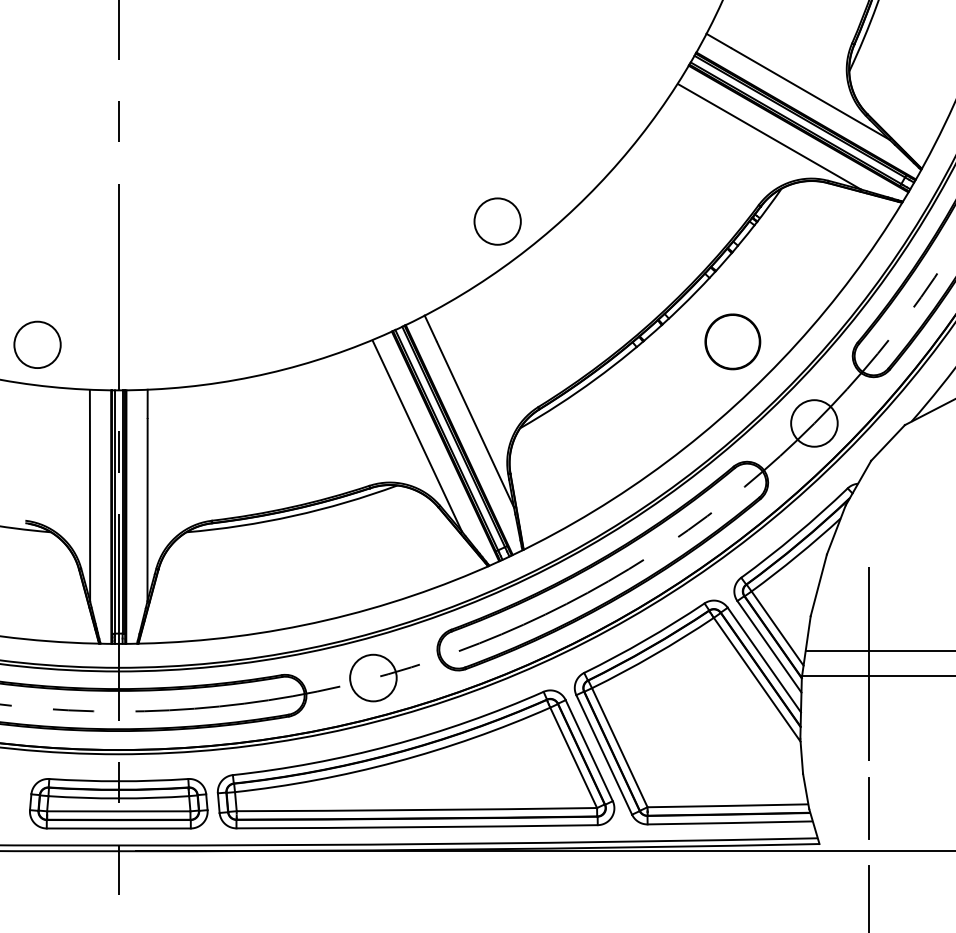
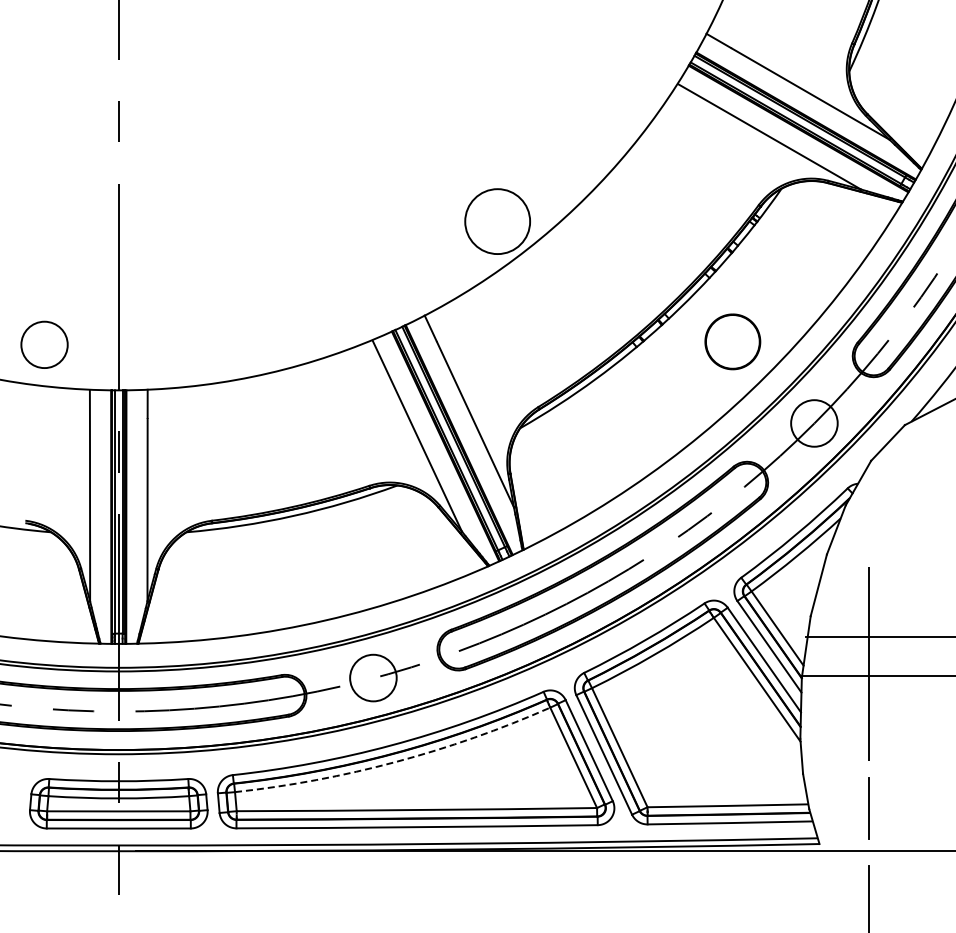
circle at (497, 221) diameter: 46 px -> 65 px
circle at (37, 344) position: (37, 344) -> (44, 344)
line at (878, 651) position: (878, 651) -> (878, 637)
arc at (395, 761): solid -> dashed
